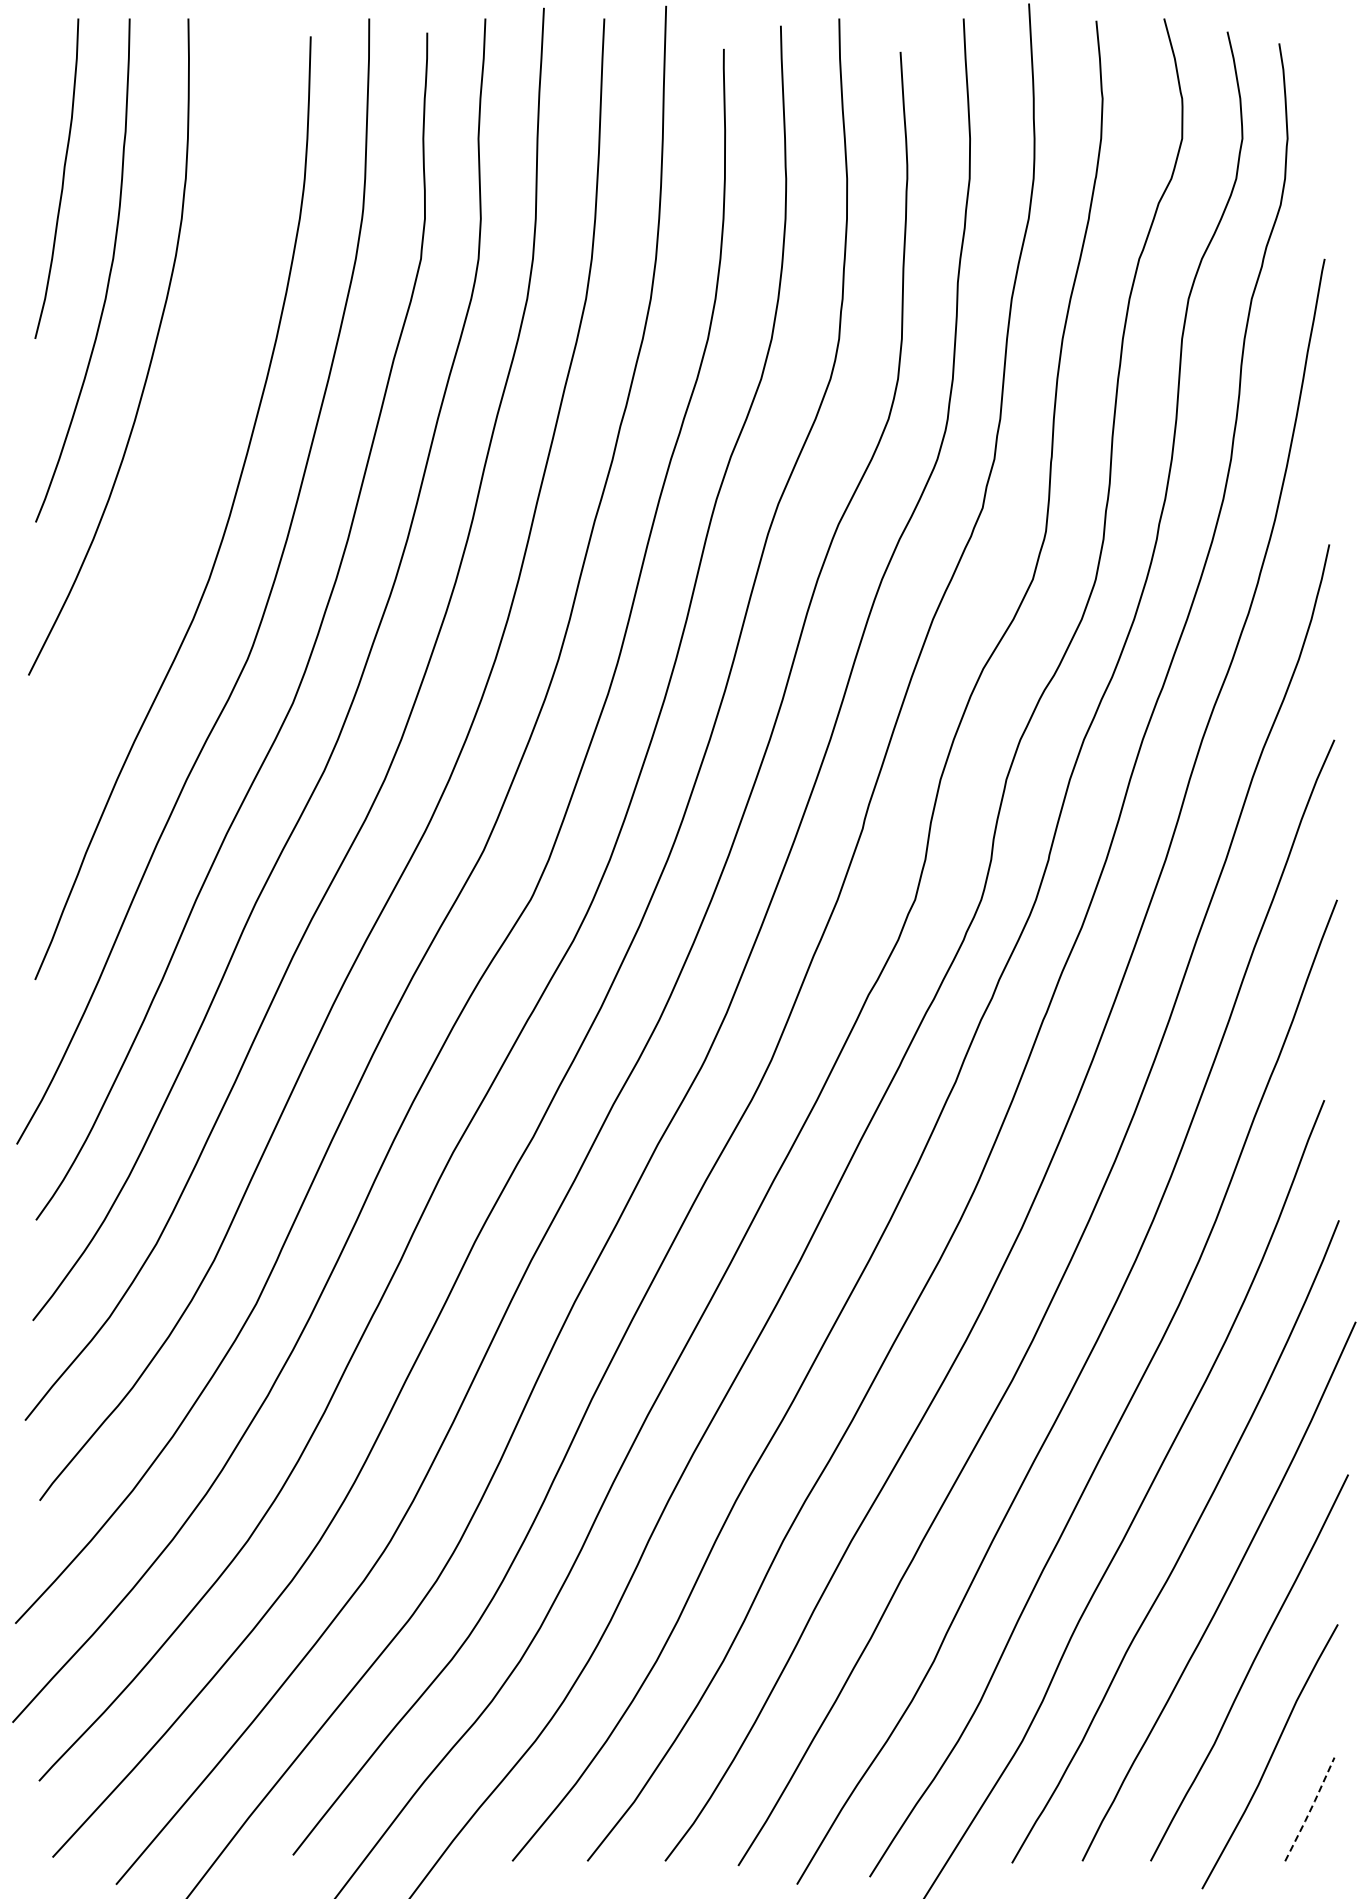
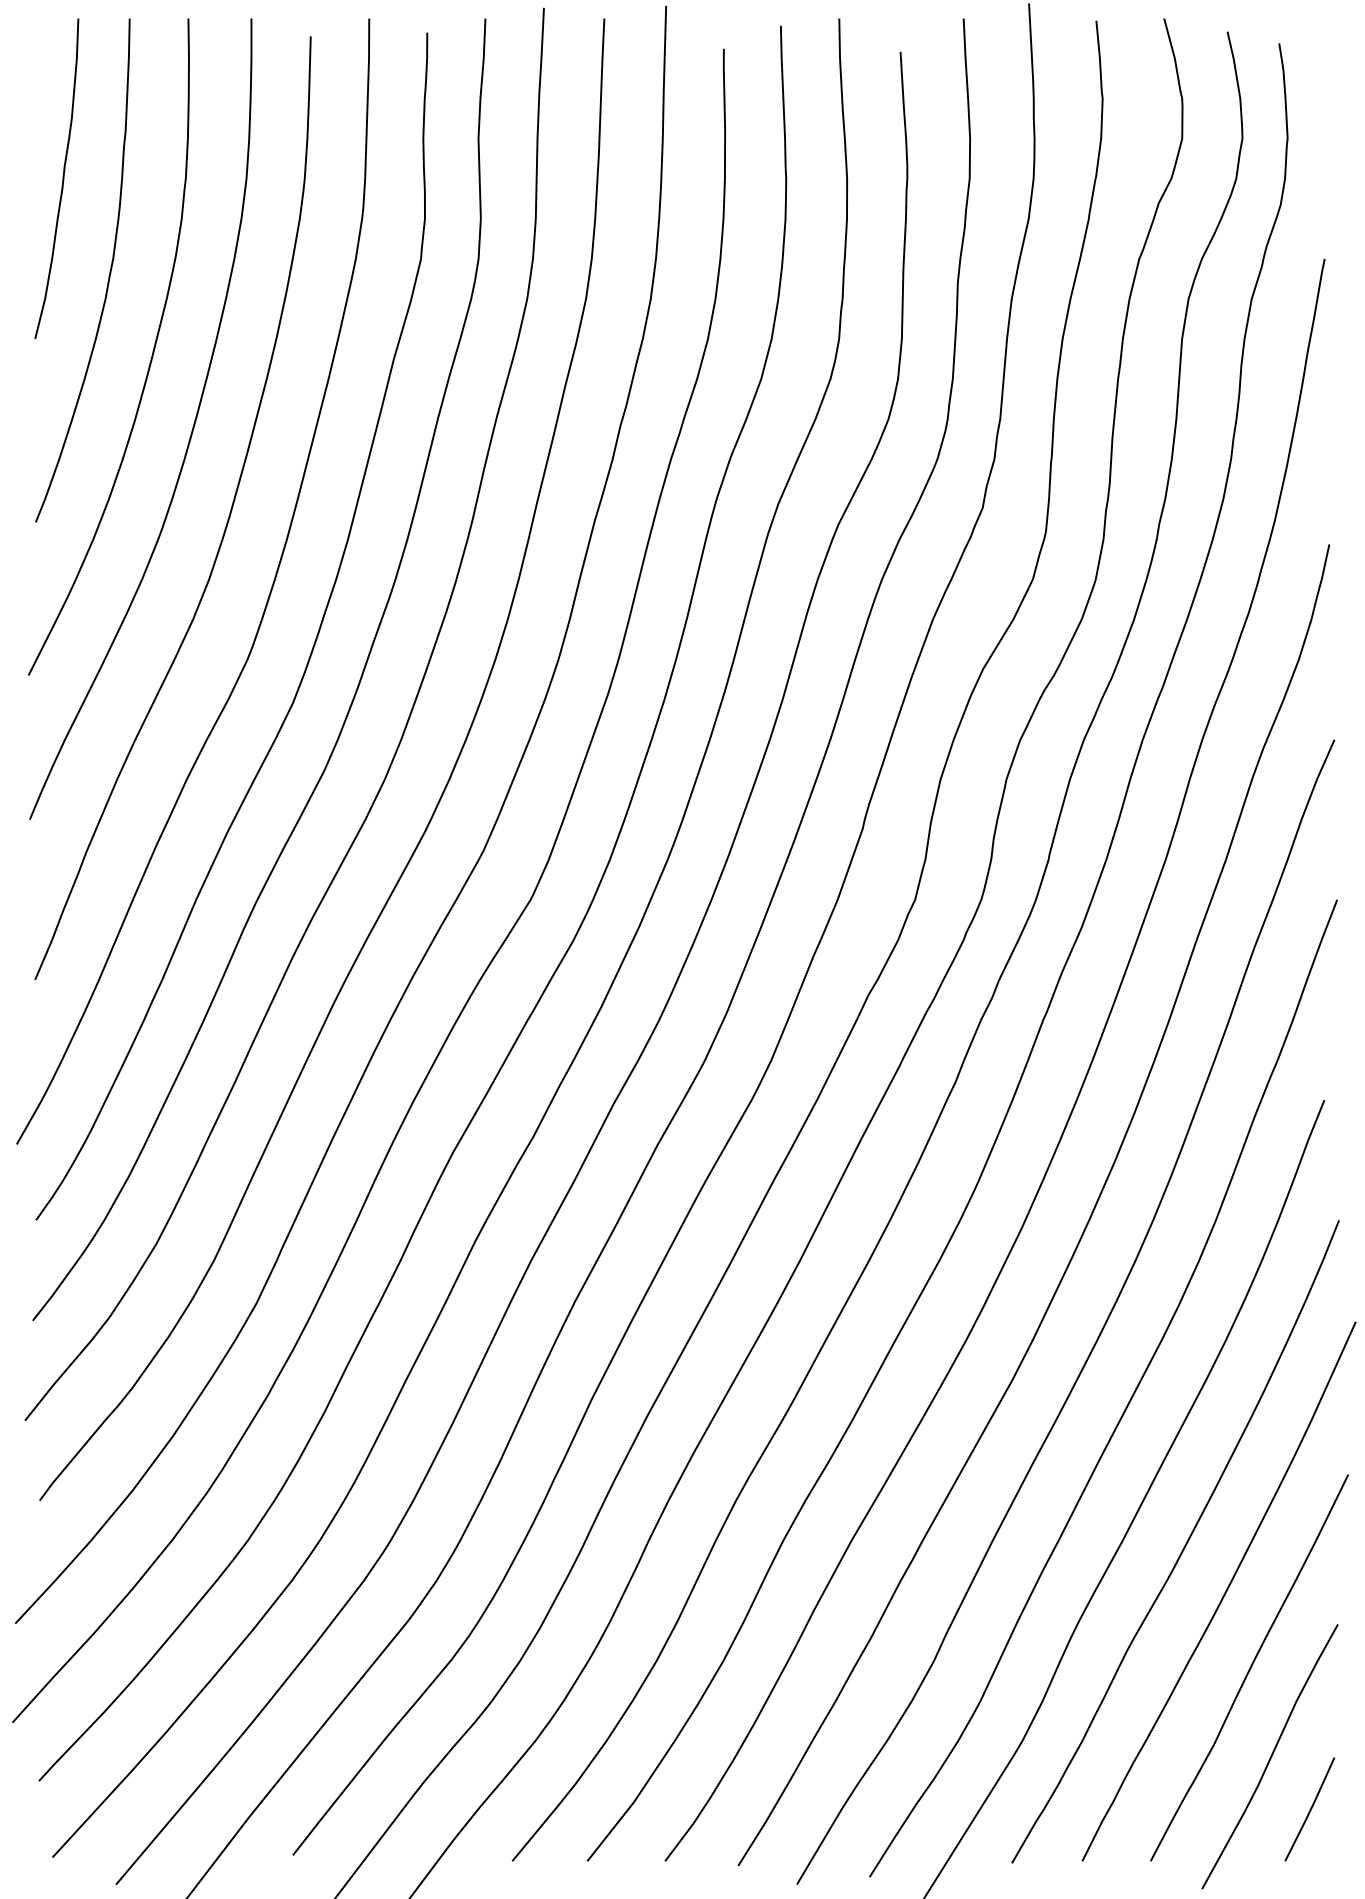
curve at (191, 430): none -> present
line at (1310, 1809): dashed -> solid
